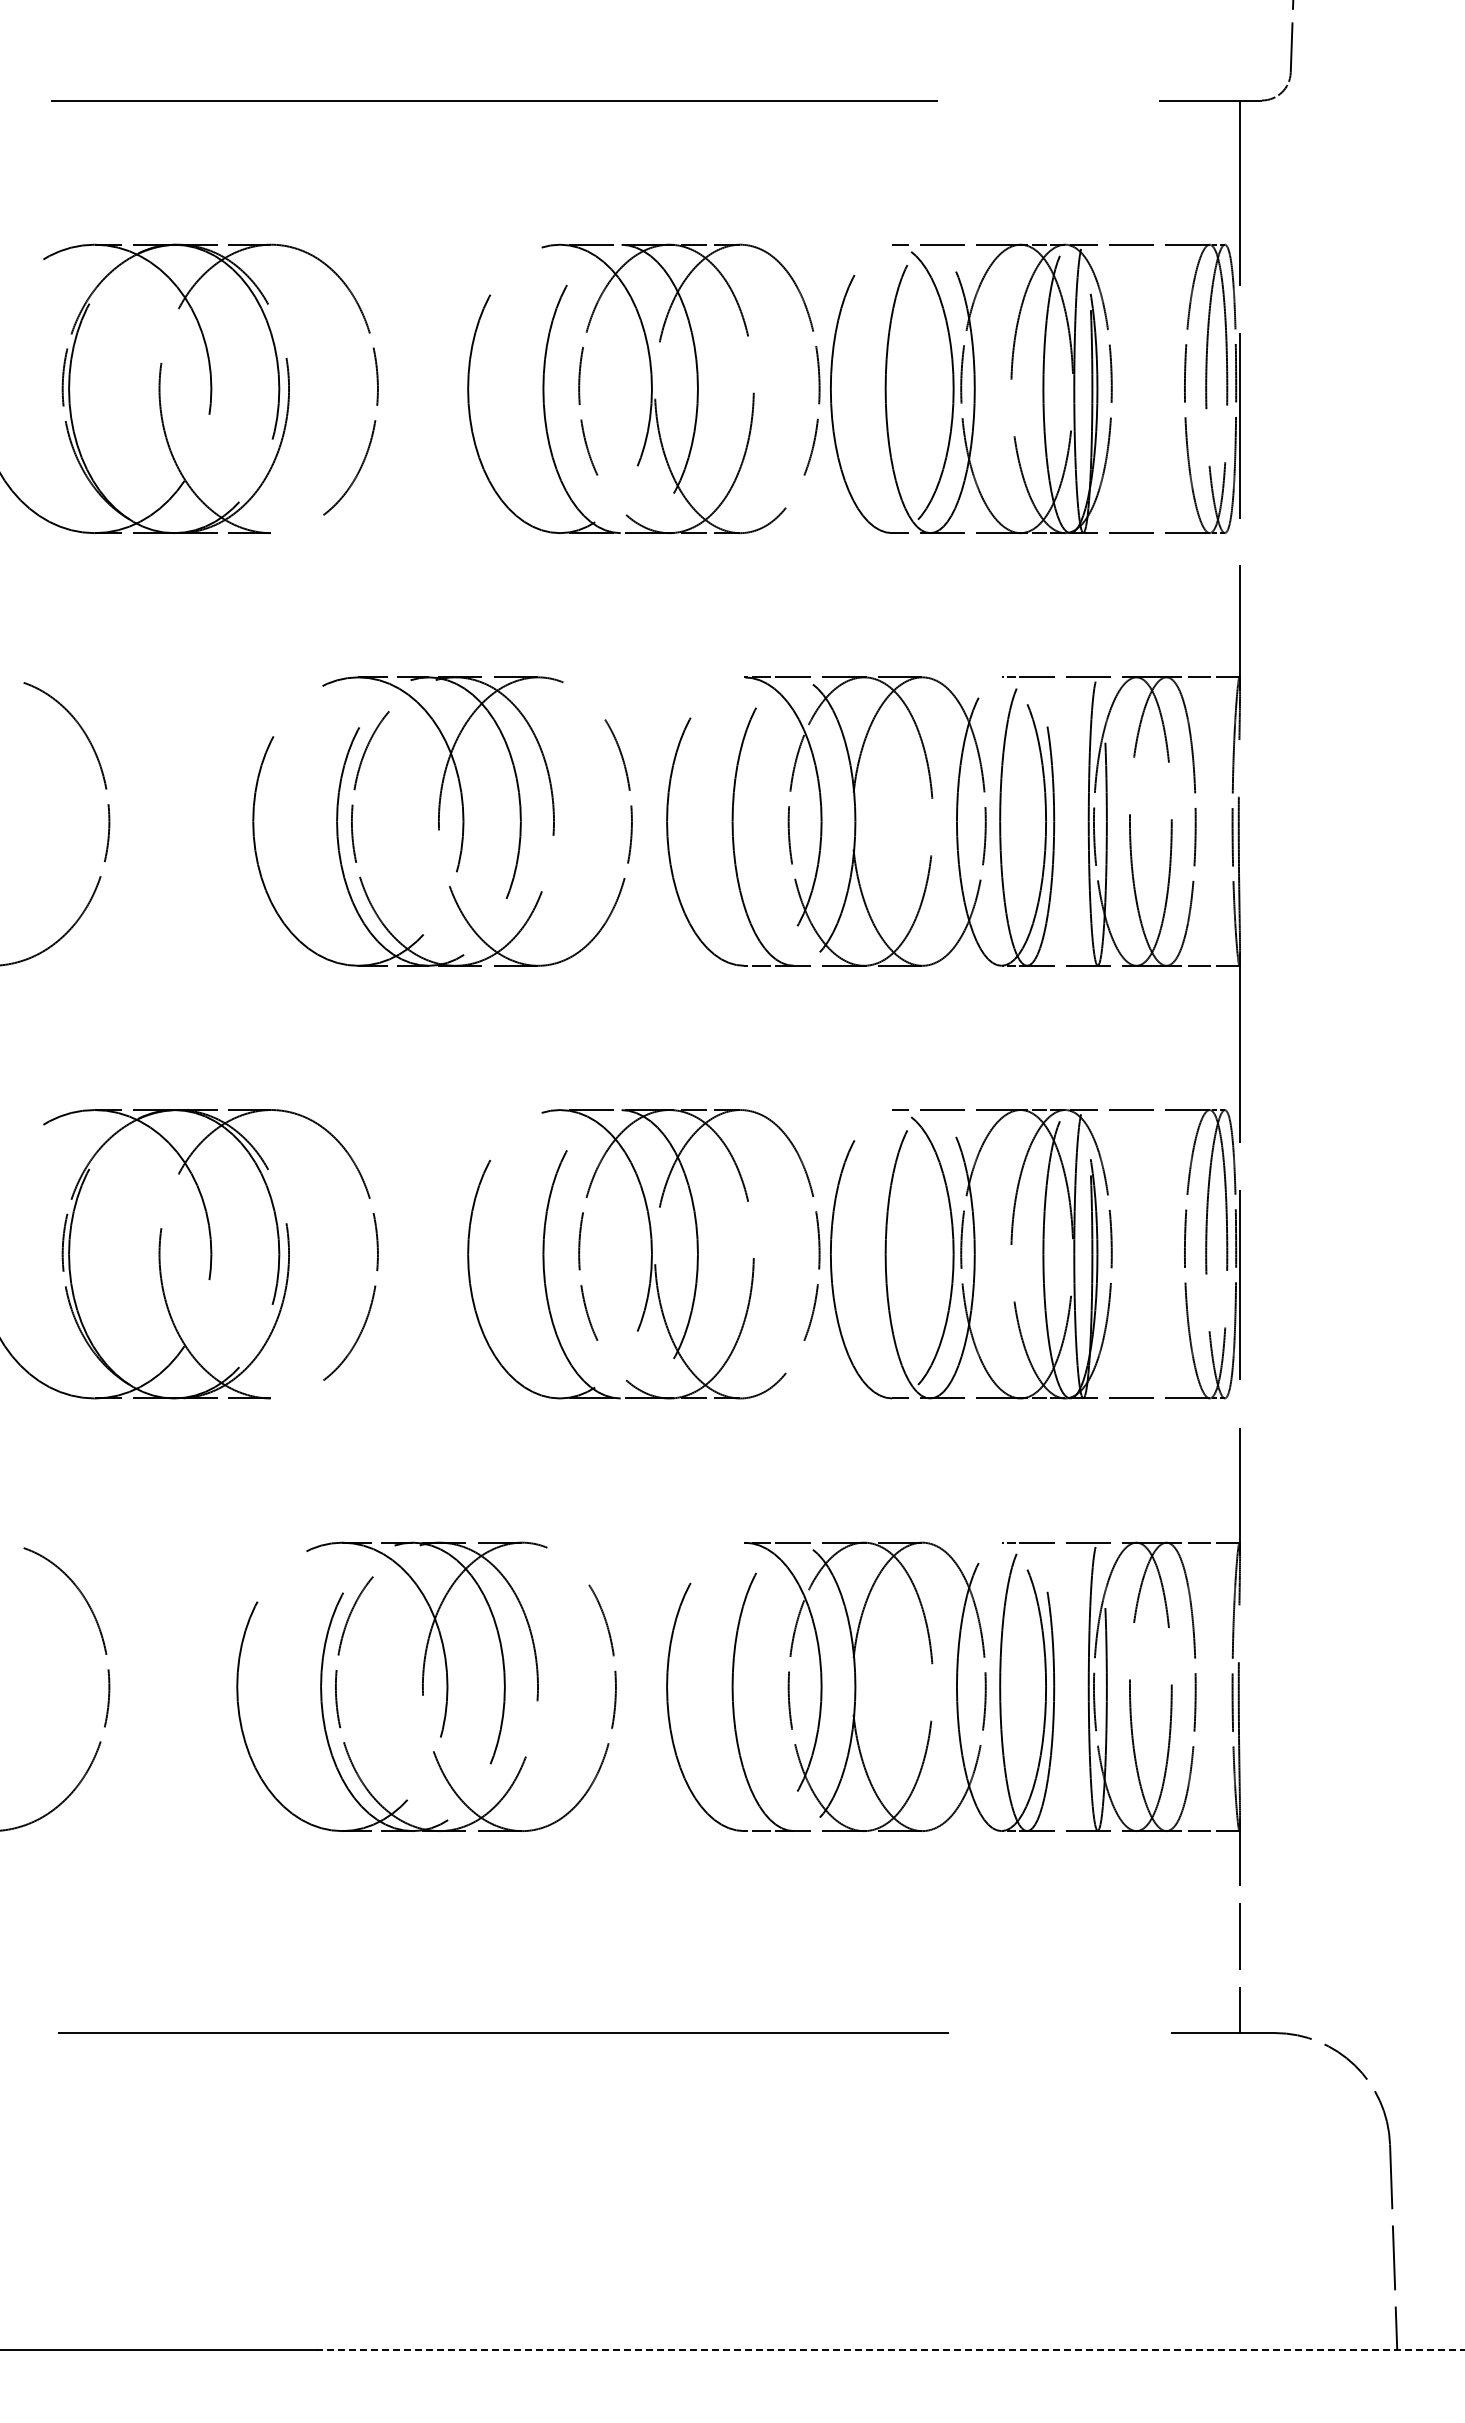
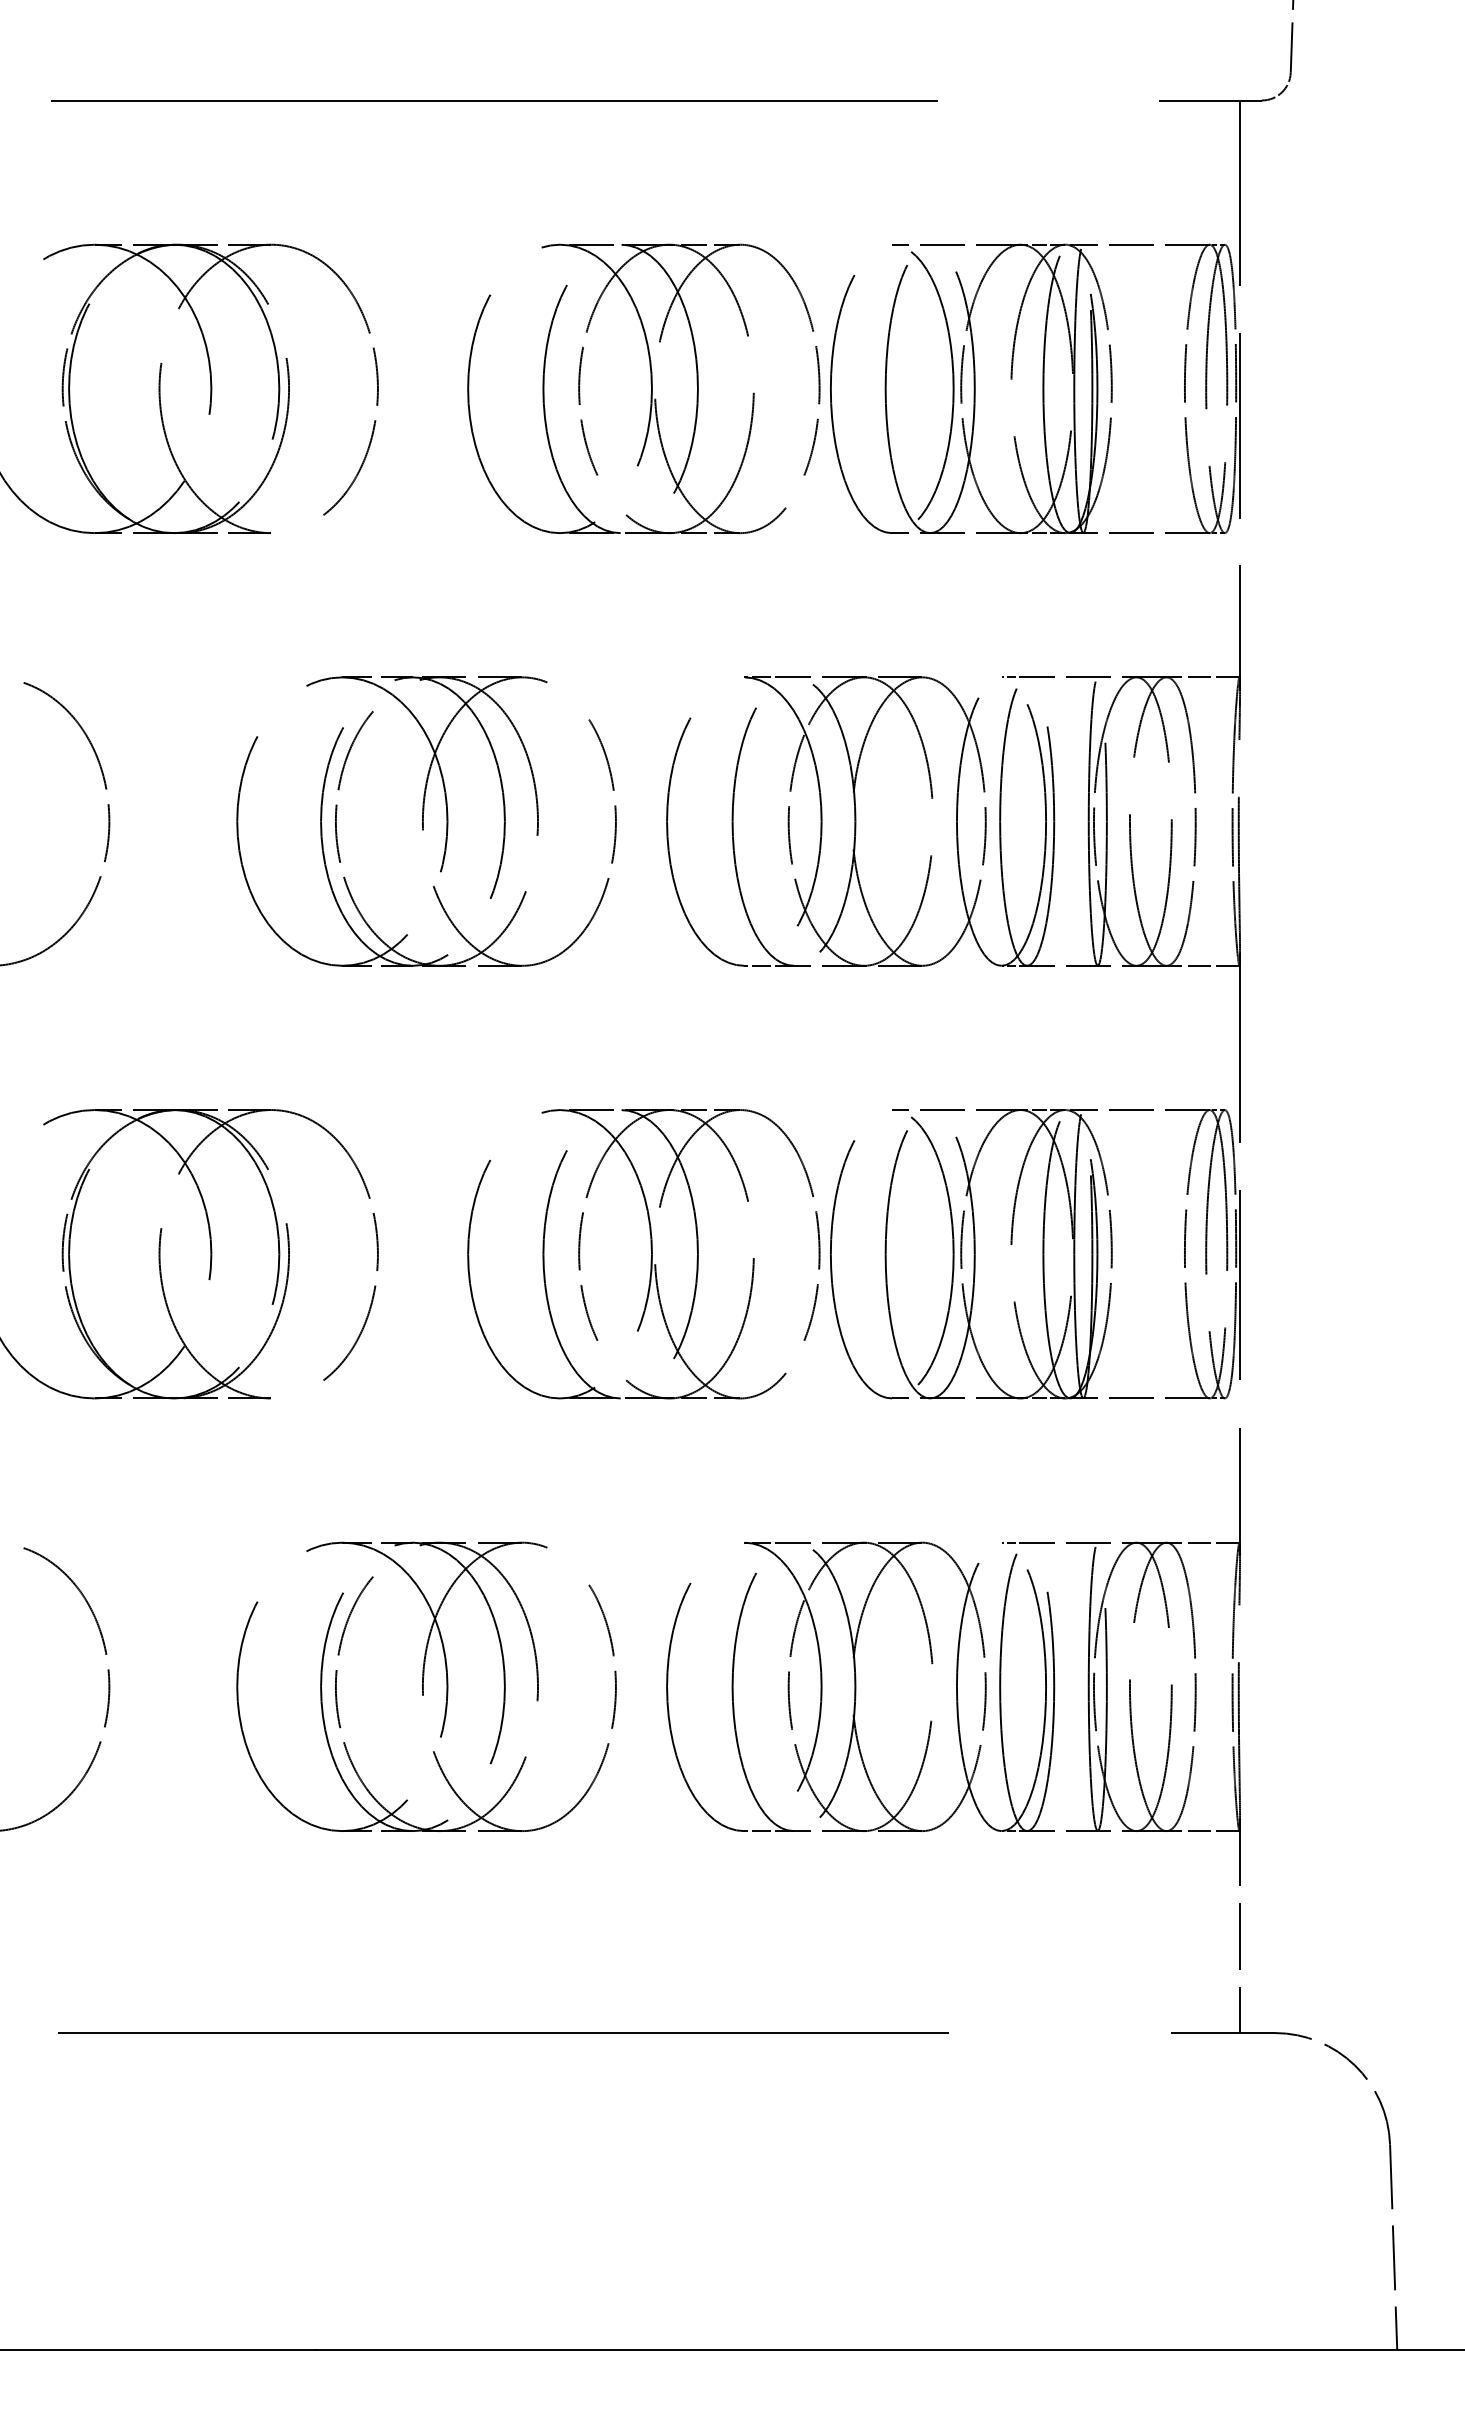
part at (442, 821) position: (442, 821) -> (426, 821)
line at (889, 2350): dashed -> solid
